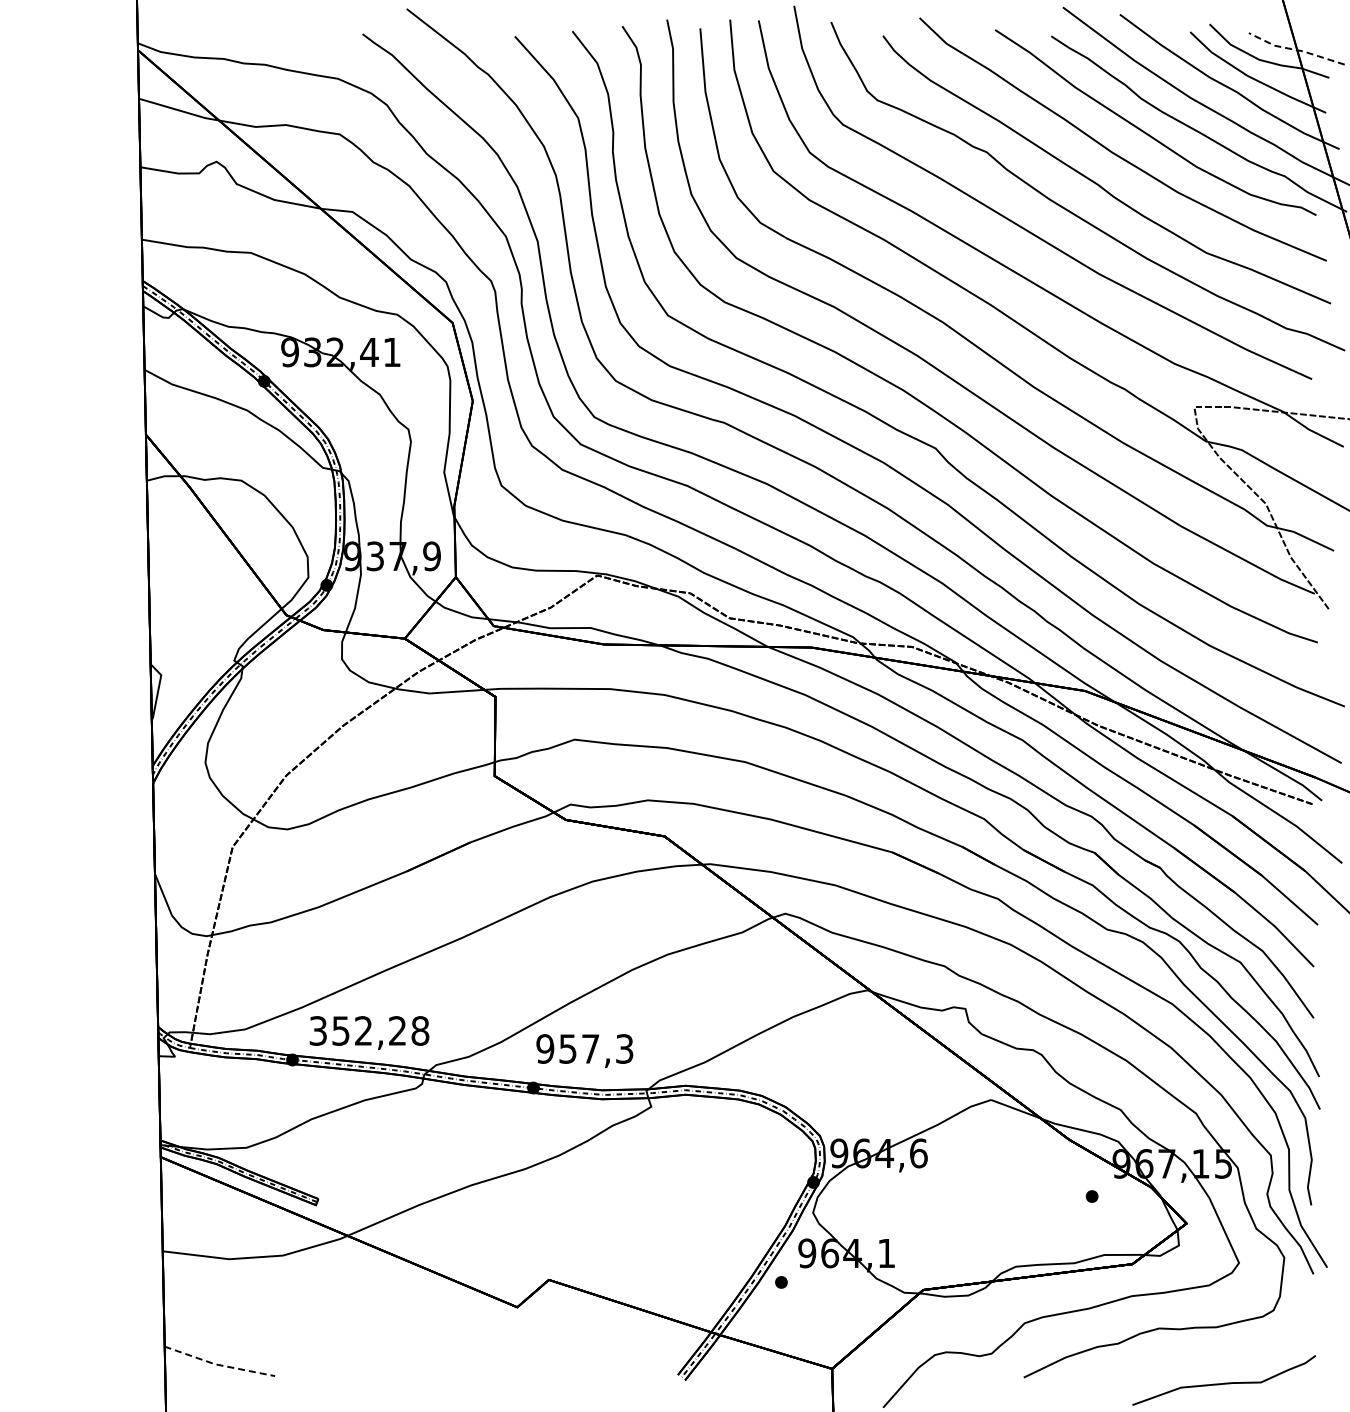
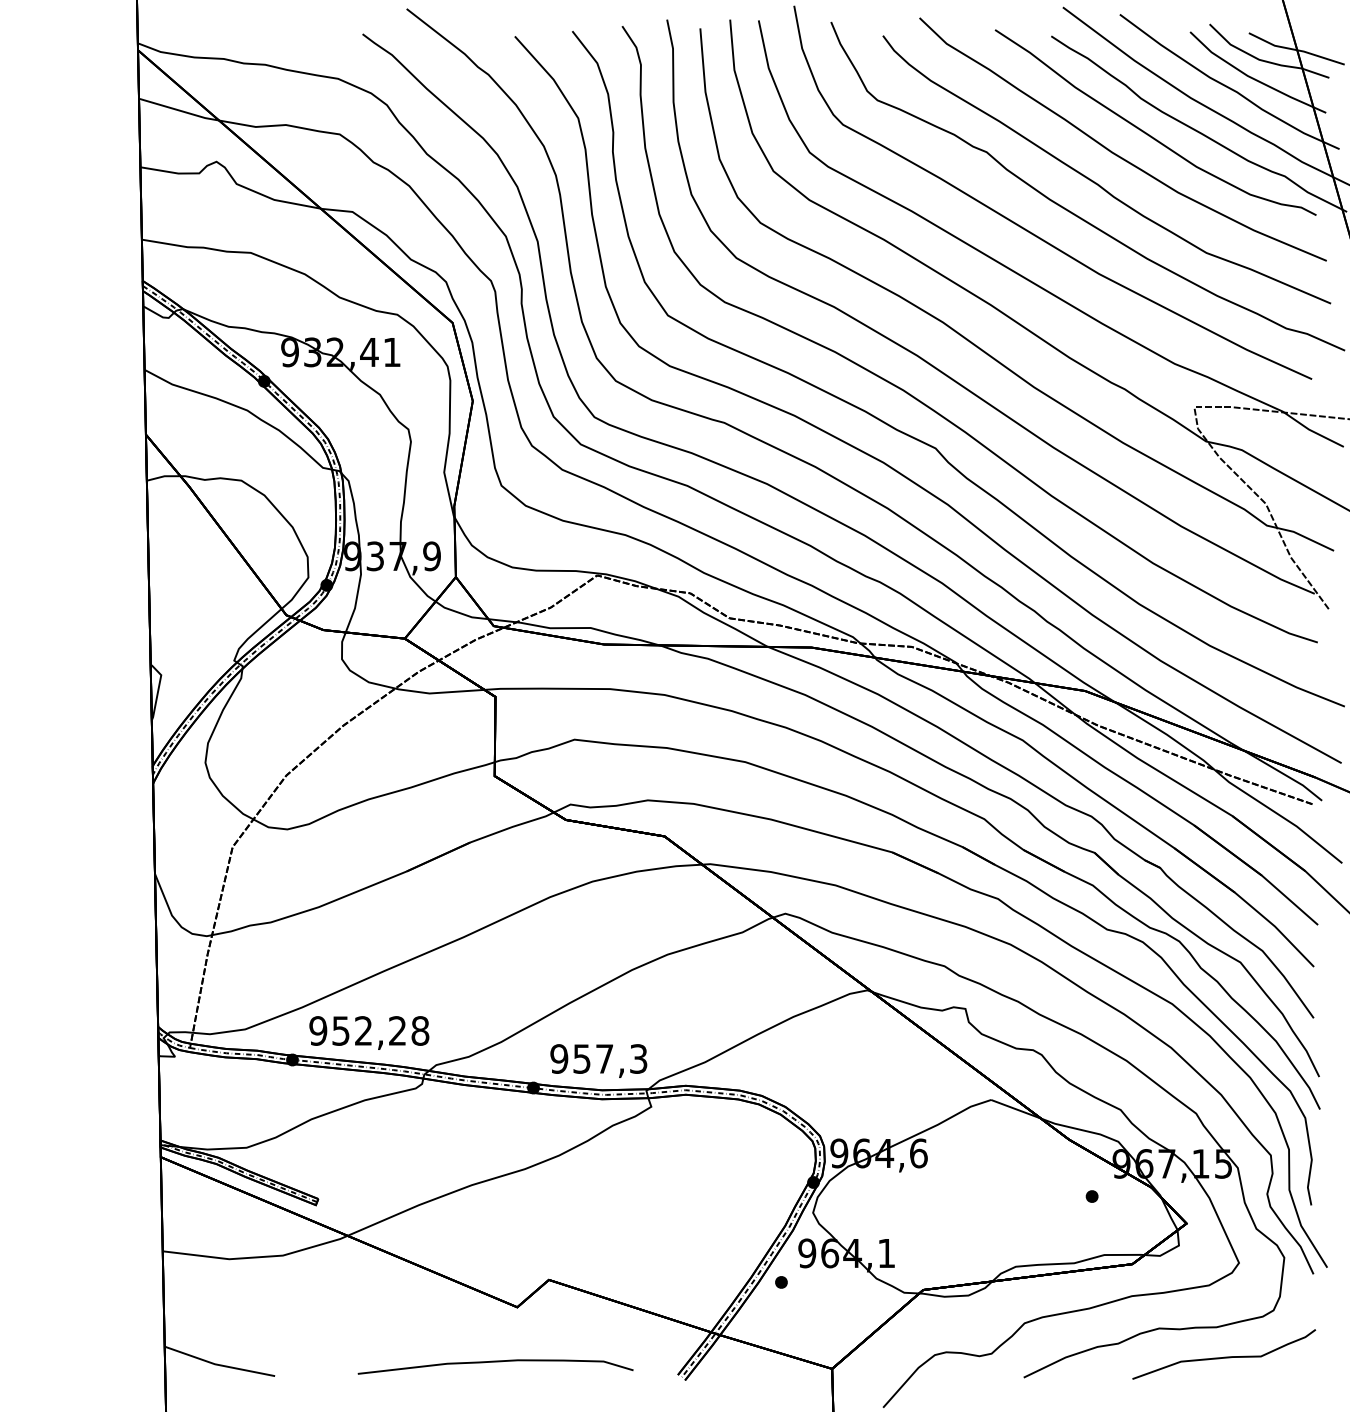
line at (1296, 50): dashed -> solid
text at (318, 1030): 352,28 -> 952,28
text at (584, 1050) position: (584, 1050) -> (598, 1060)
curve at (495, 1362): none -> present
line at (217, 1364): dashed -> solid
curve at (1224, 1382) position: (1224, 1382) -> (1224, 1356)
